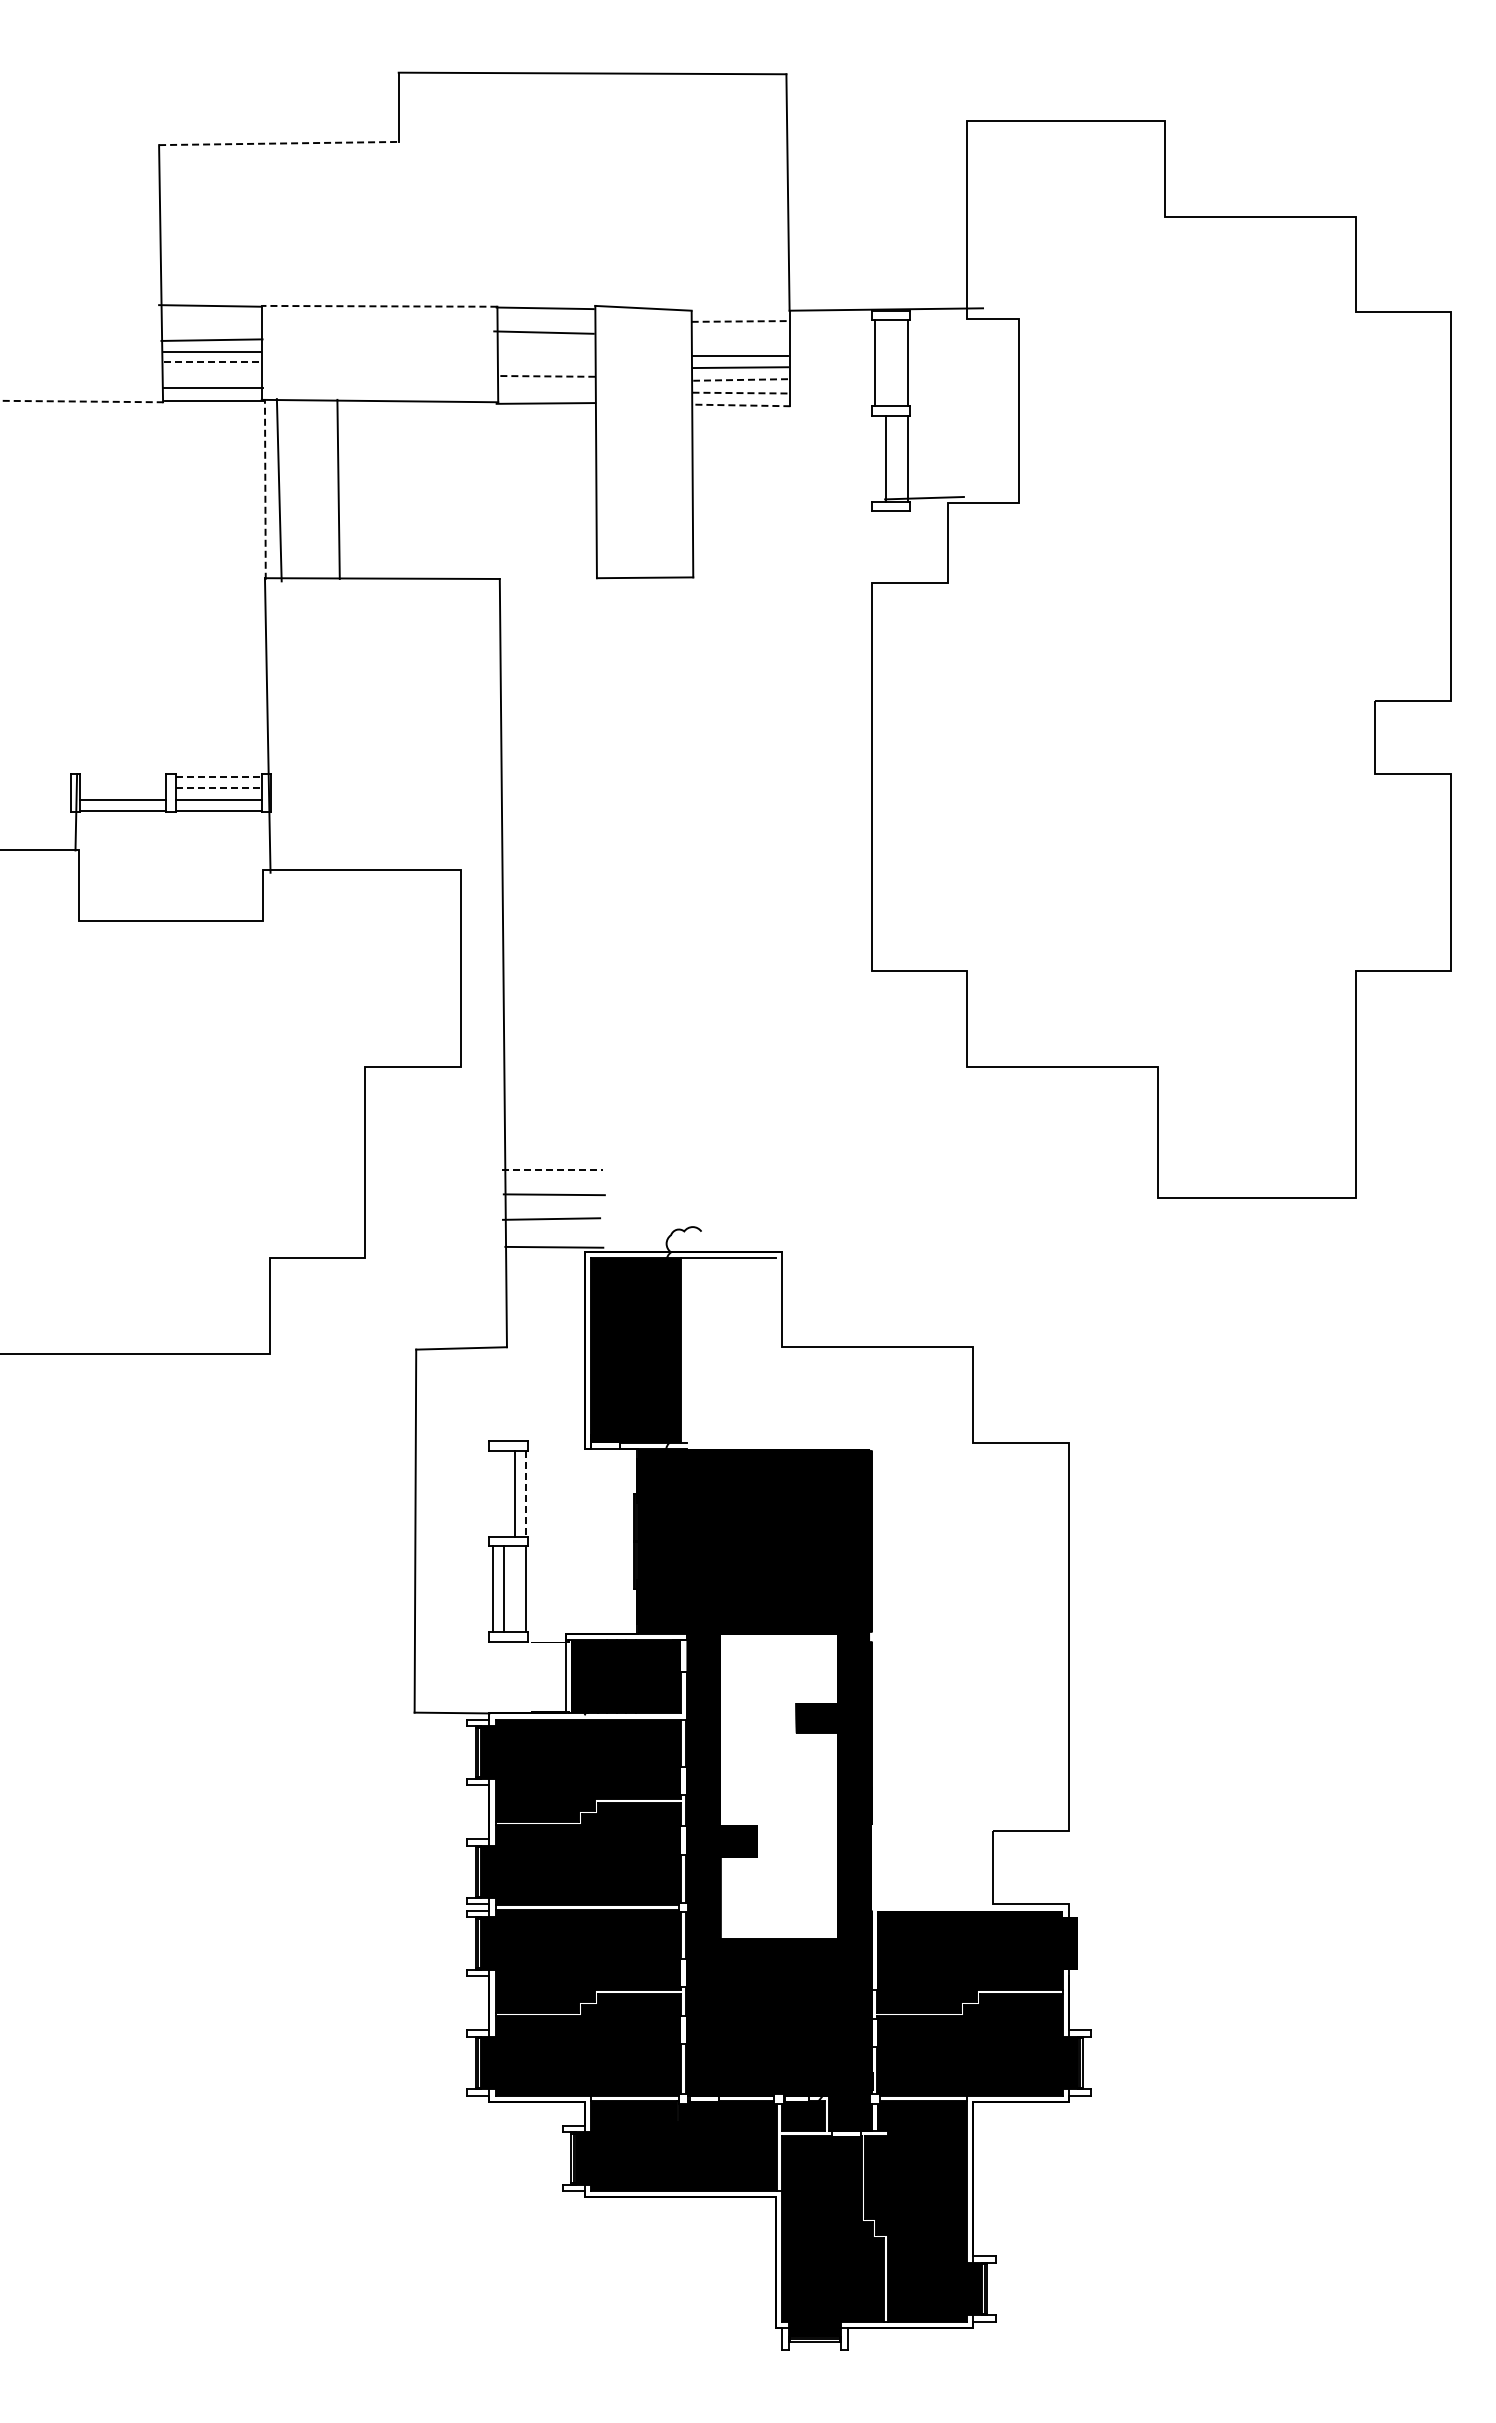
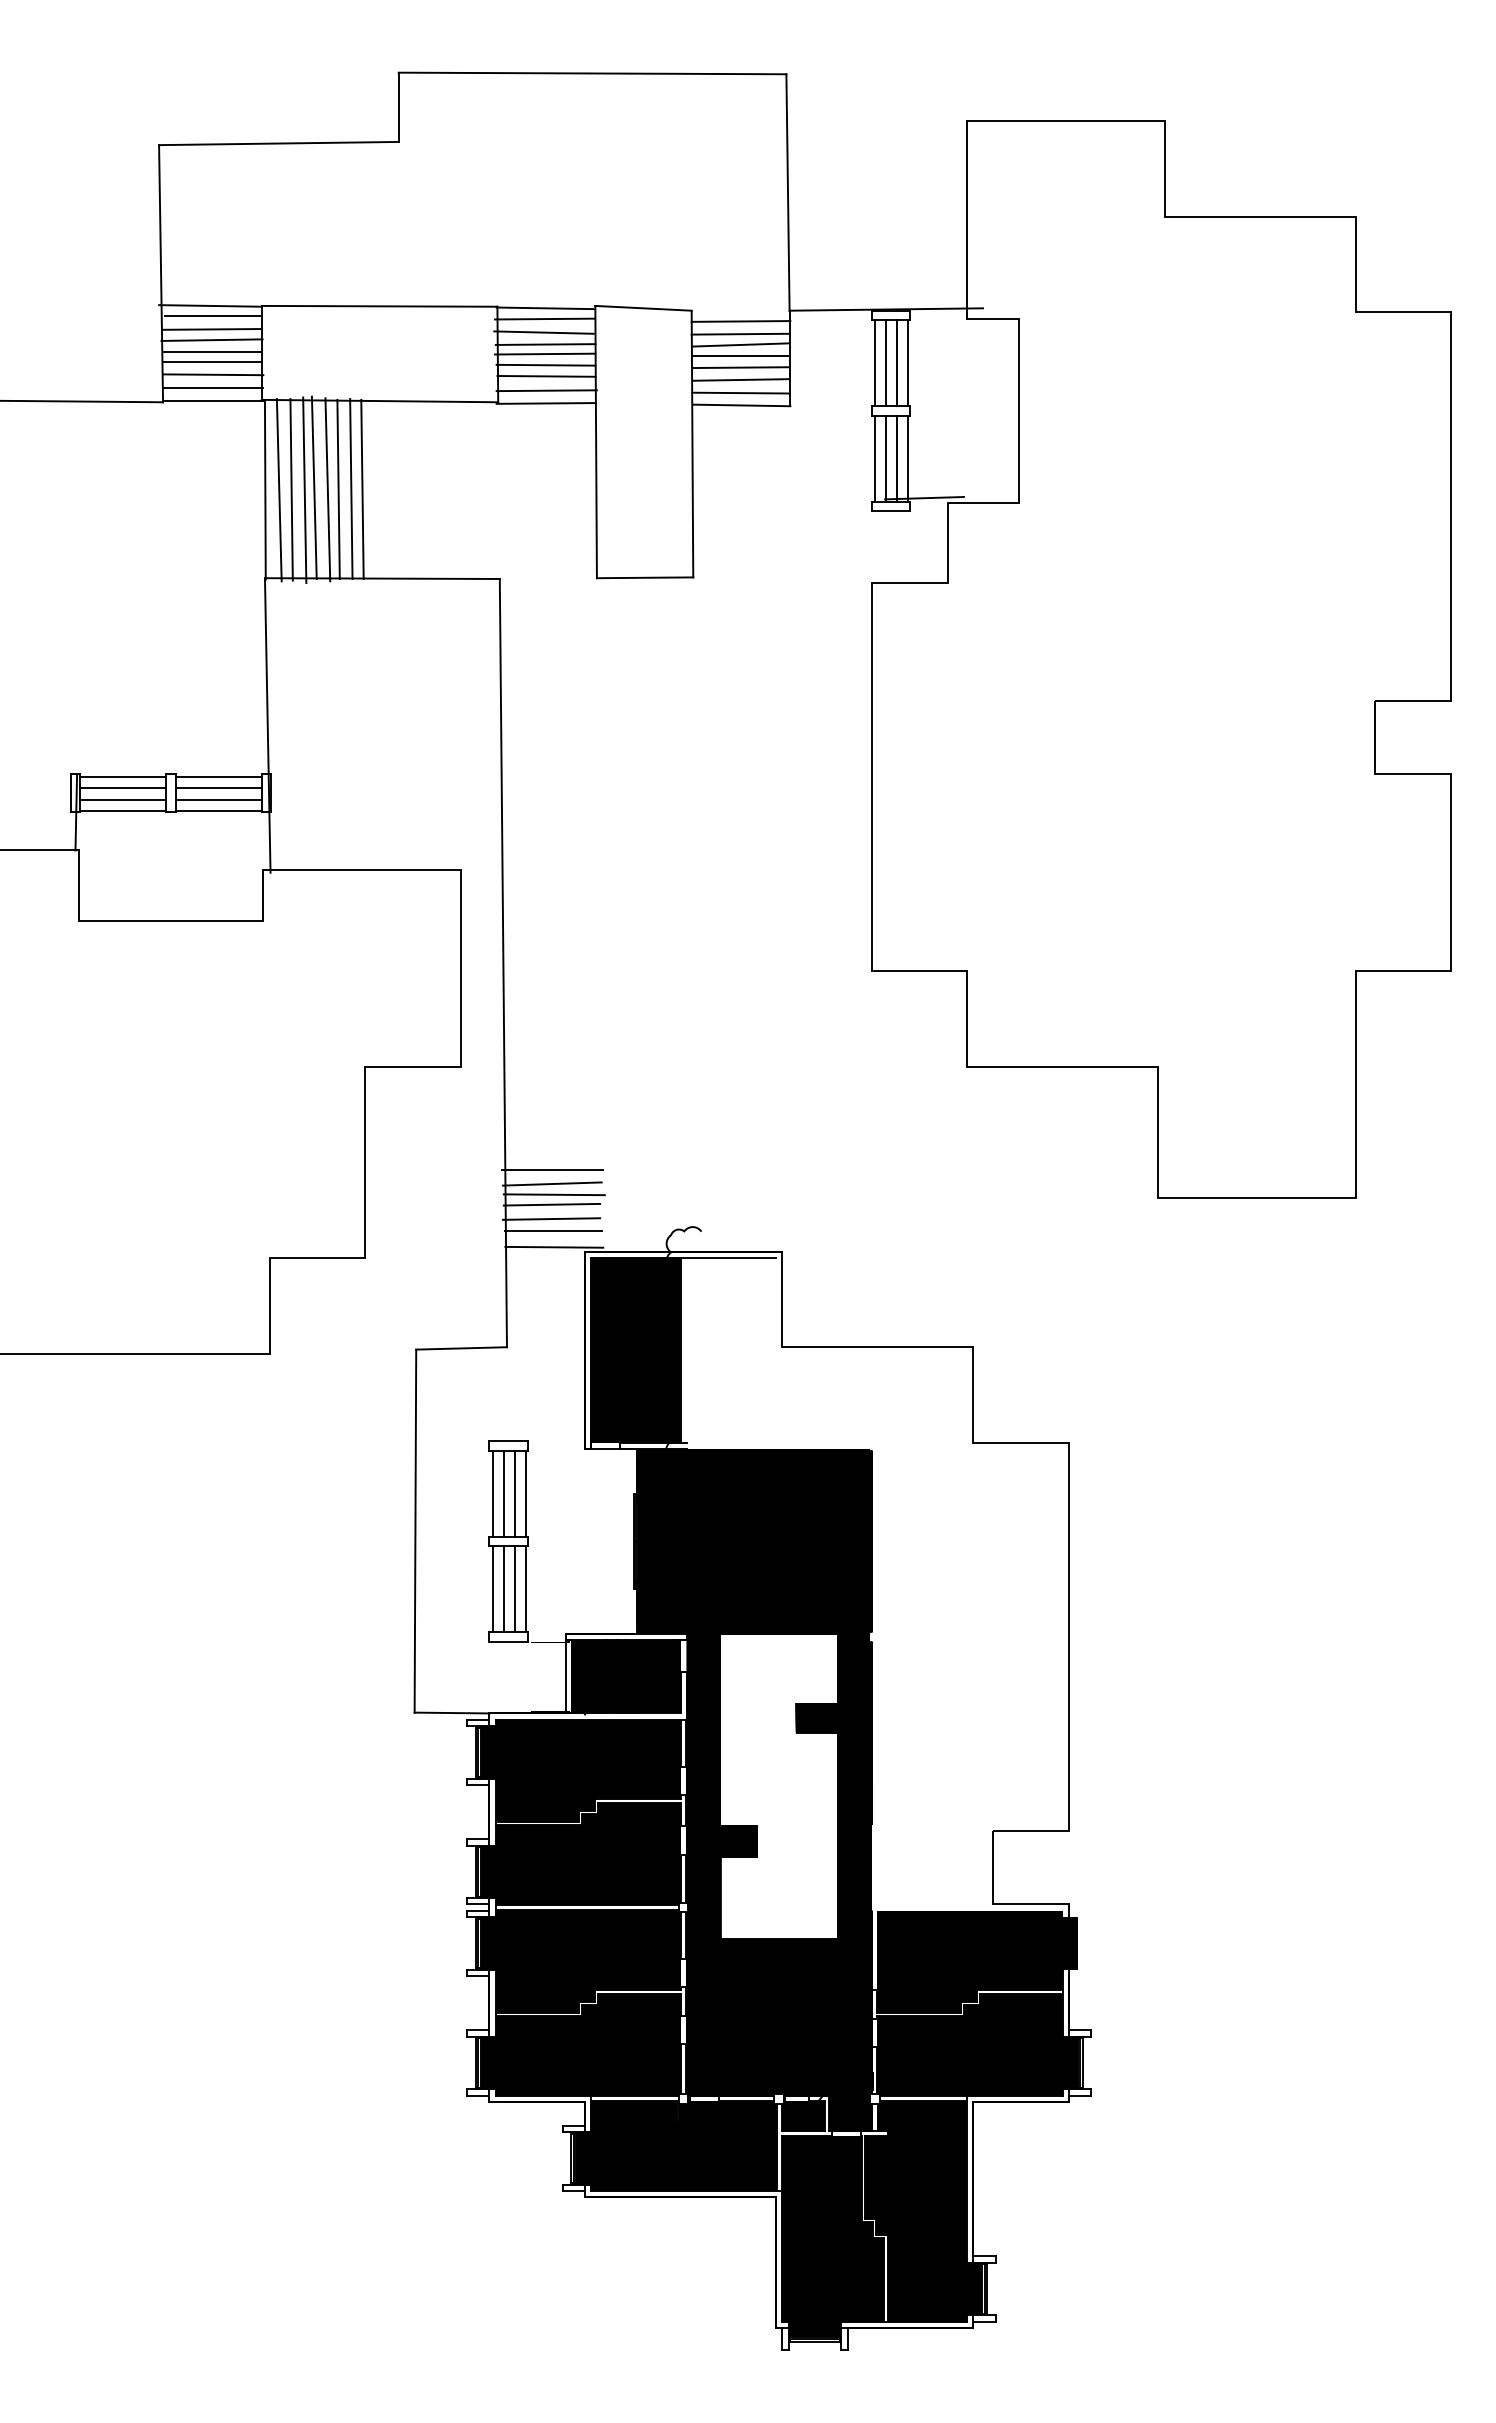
line at (278, 143): dashed -> solid
line at (379, 306): dashed -> solid
line at (212, 316): none -> present
line at (544, 318): none -> present
line at (741, 321): dashed -> solid
line at (211, 329): none -> present
line at (740, 333): none -> present
line at (545, 344): none -> present
line at (741, 344): none -> present
line at (545, 353): none -> present
line at (212, 362): dashed -> solid
line at (885, 363): none -> present
line at (897, 363): none -> present
line at (545, 364): none -> present
line at (213, 374): none -> present
line at (546, 376): dashed -> solid
line at (740, 379): dashed -> solid
line at (546, 390): none -> present
line at (741, 393): dashed -> solid
line at (82, 401): dashed -> solid
line at (741, 405): dashed -> solid
line at (874, 458): none -> present
line at (897, 458): none -> present
line at (313, 487): none -> present
line at (291, 489): none -> present
line at (304, 489): none -> present
line at (327, 489): none -> present
line at (351, 489): none -> present
line at (362, 489): none -> present
line at (265, 490): dashed -> solid
line at (123, 777): none -> present
line at (218, 777): dashed -> solid
line at (123, 788): none -> present
line at (218, 788): dashed -> solid
line at (552, 1170): dashed -> solid
line at (552, 1183): none -> present
line at (551, 1204): none -> present
line at (552, 1231): none -> present
line at (492, 1493): none -> present
line at (503, 1493): none -> present
line at (526, 1493): dashed -> solid
line at (514, 1589): none -> present
